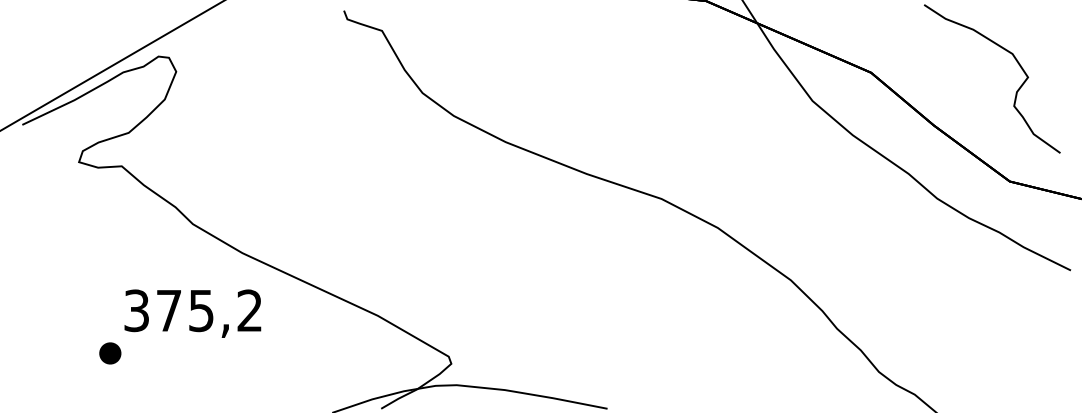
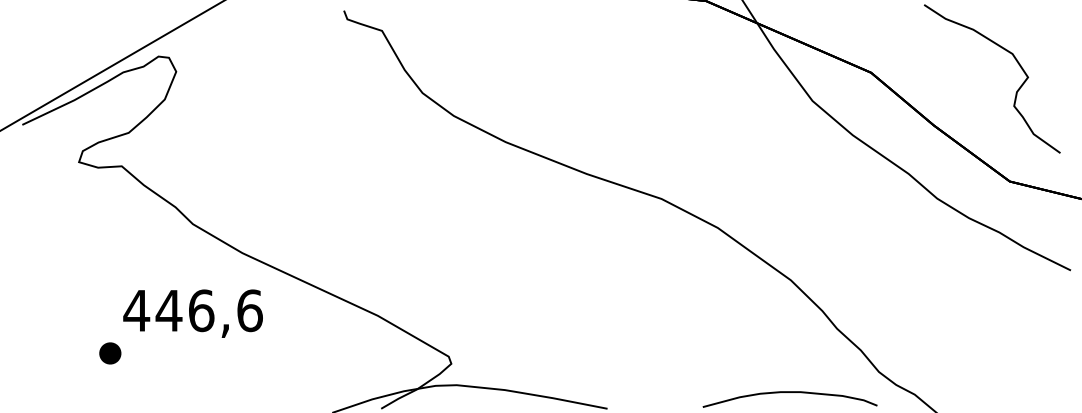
text at (192, 310): 375,2 -> 446,6
curve at (789, 392): none -> present
